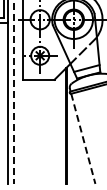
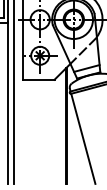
line at (13, 92): dashed -> solid
line at (83, 138): dashed -> solid
